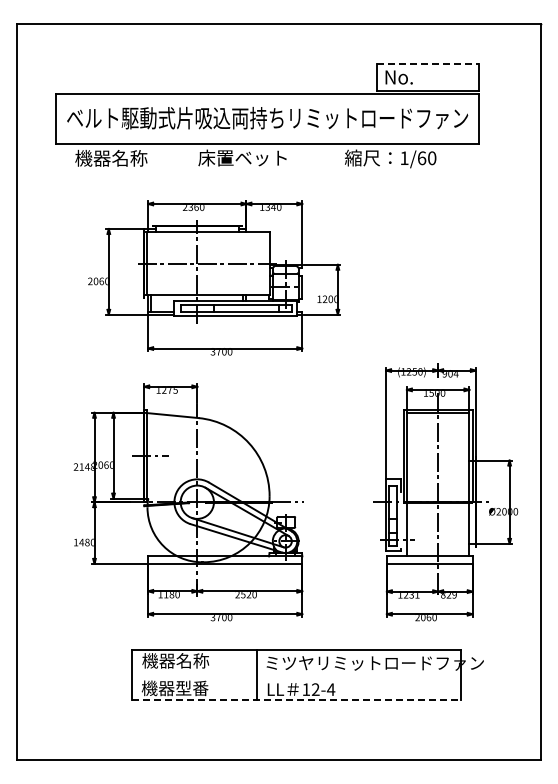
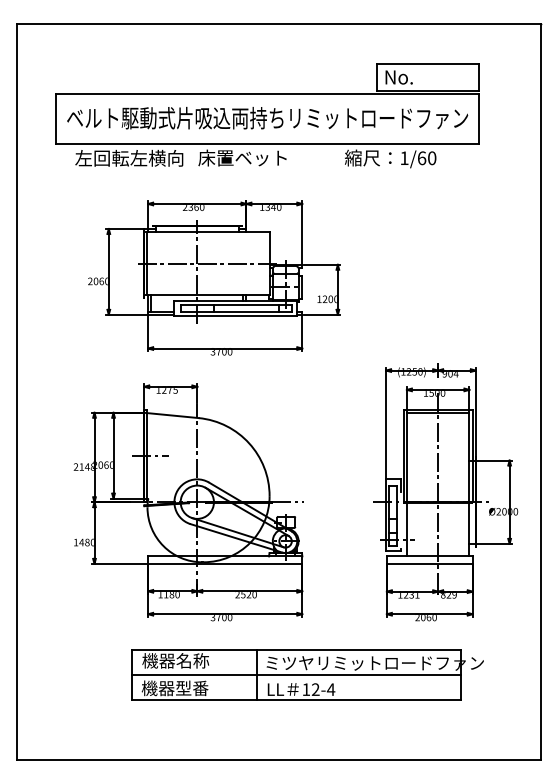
line at (428, 64): dashed -> solid
text at (129, 157): 機器名称 -> 左回転左横向
line at (296, 675): none -> present
line at (296, 700): dashed -> solid
